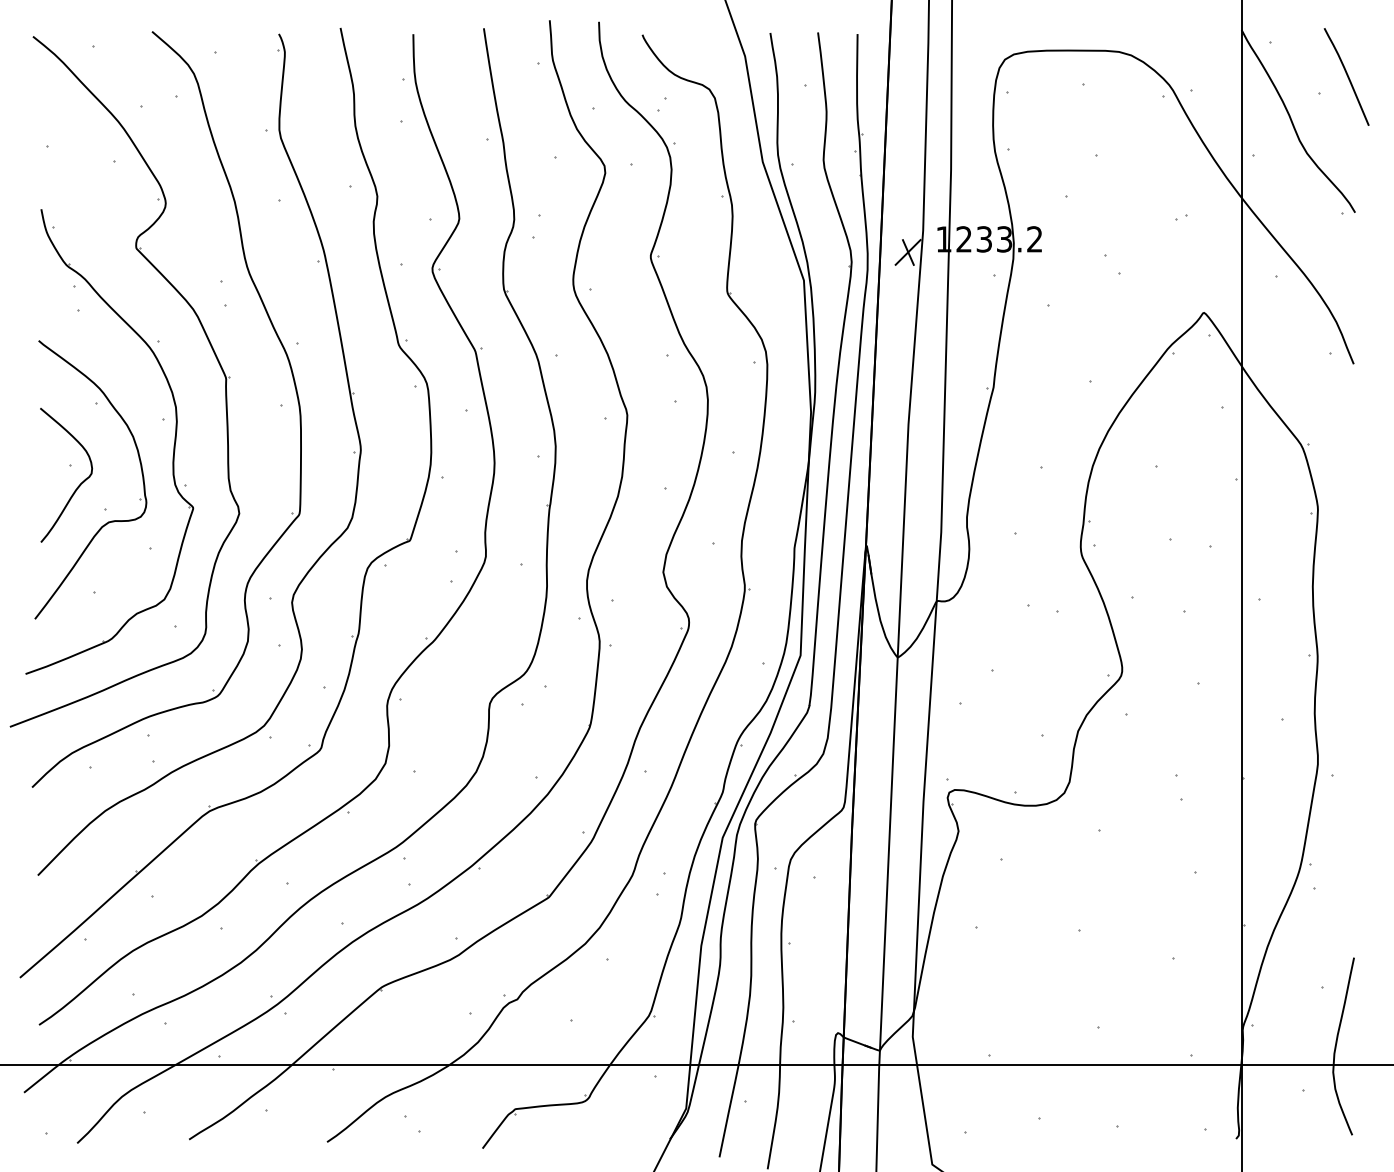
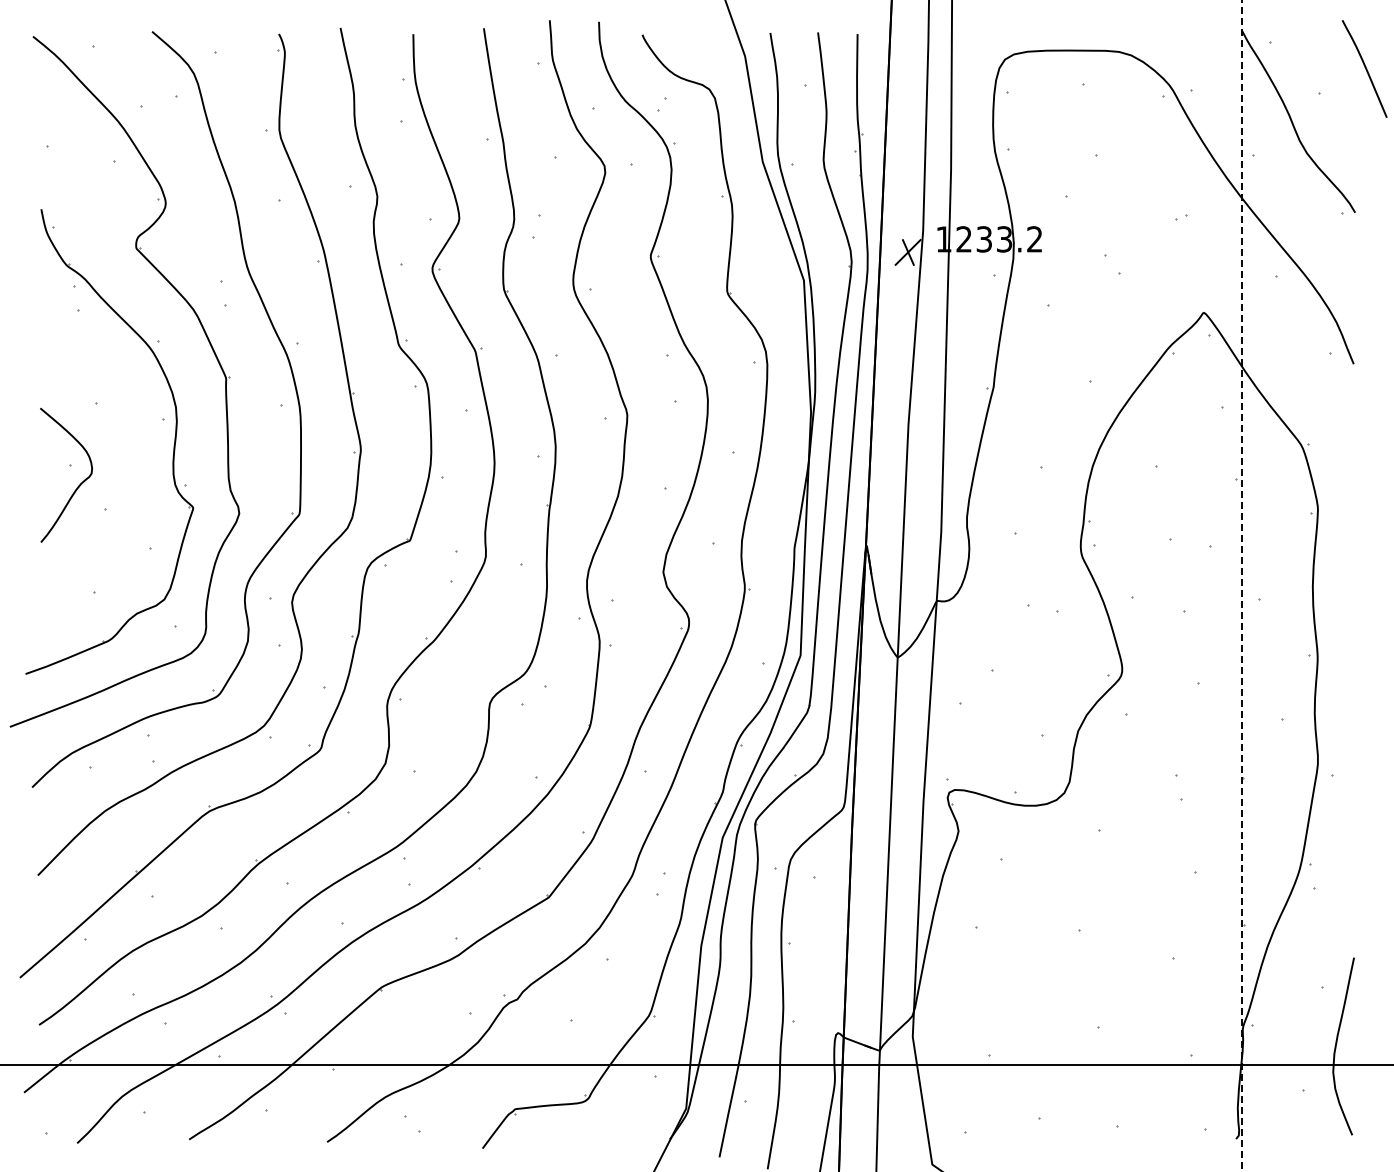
curve at (1346, 75) position: (1346, 75) -> (1364, 67)
part at (108, 521): present -> none
line at (1241, 586): solid -> dashed
